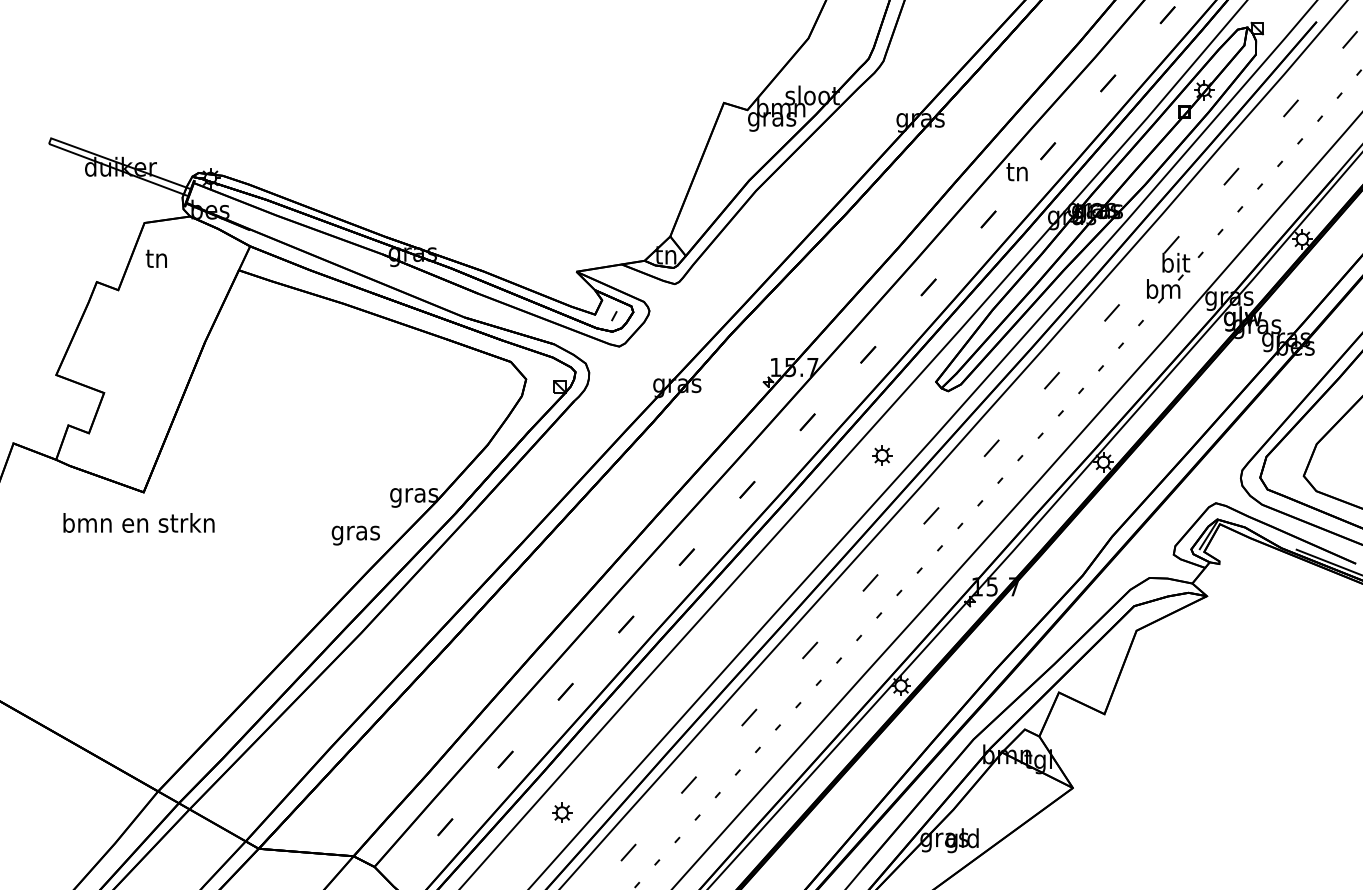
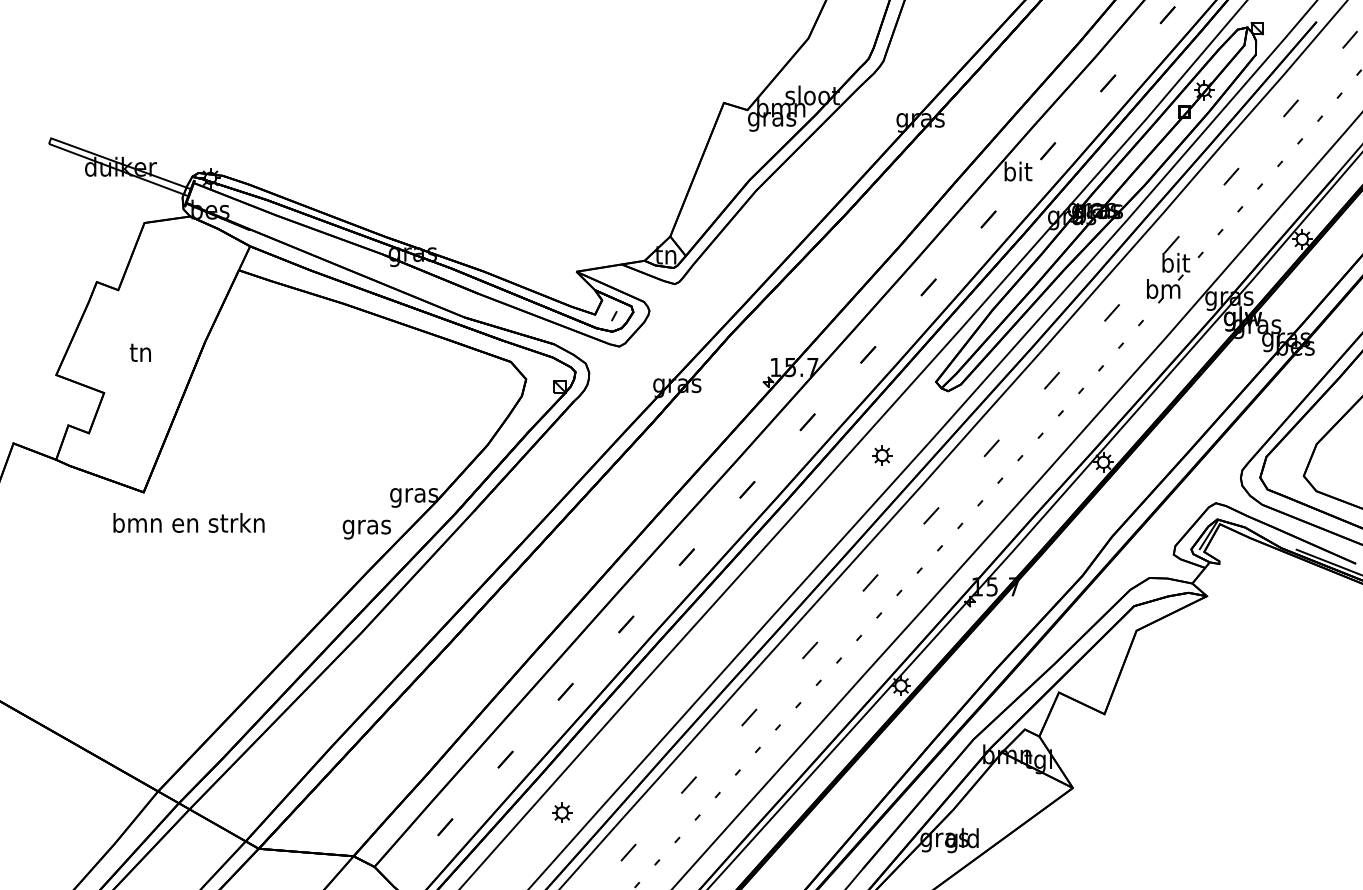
text at (1018, 171): tn -> bit
text at (155, 258) position: (155, 258) -> (139, 352)
text at (138, 522) position: (138, 522) -> (188, 522)
text at (355, 535) position: (355, 535) -> (366, 529)
